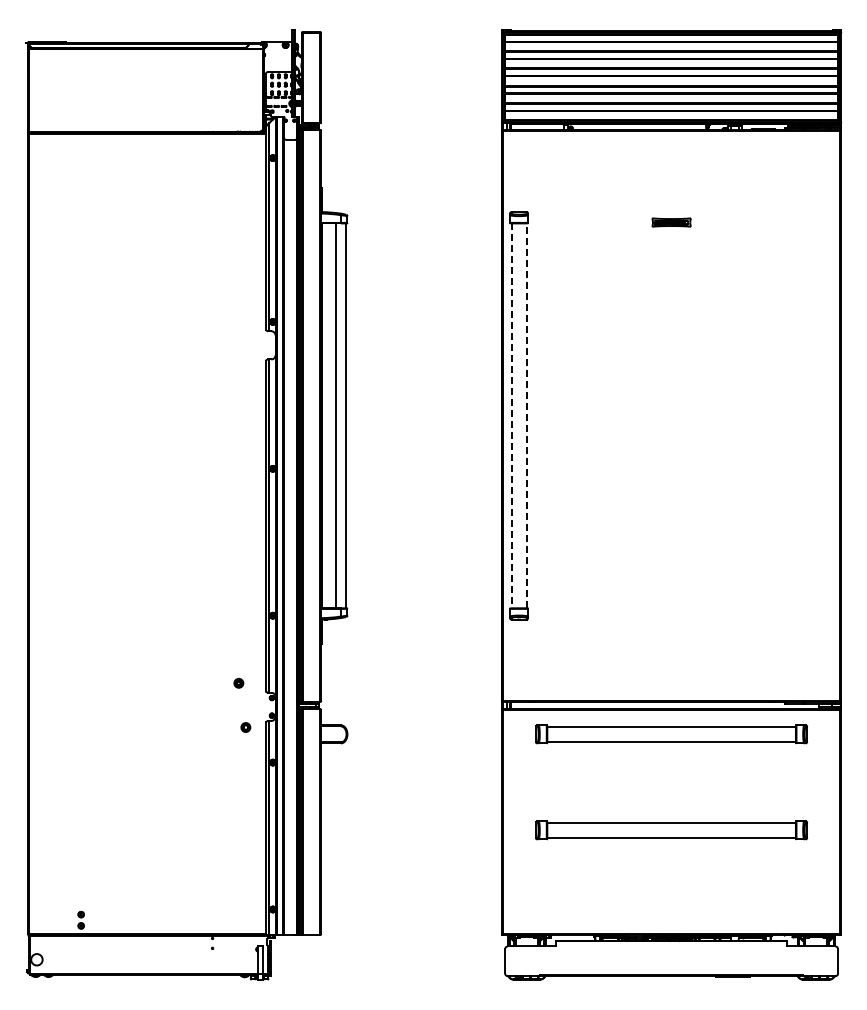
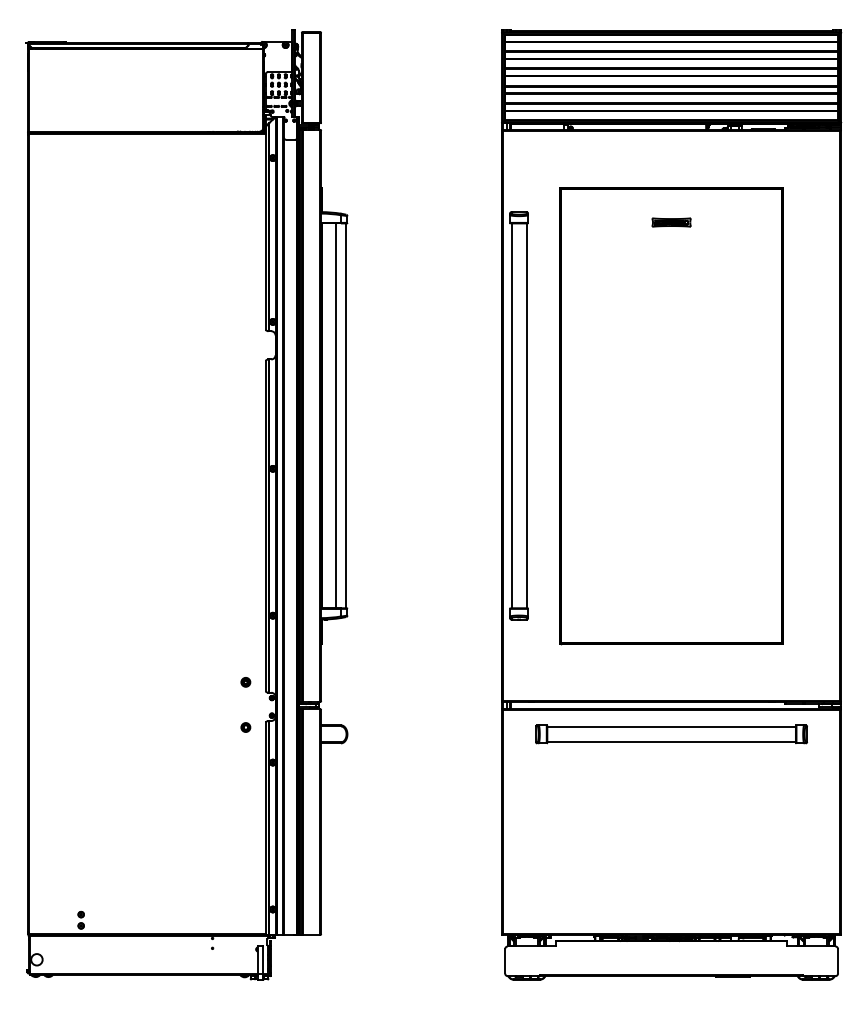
line at (526, 415): dashed -> solid
line at (511, 416): dashed -> solid
part at (671, 416): none -> present
part at (238, 683) position: (238, 683) -> (245, 682)
part at (671, 830): present -> none
